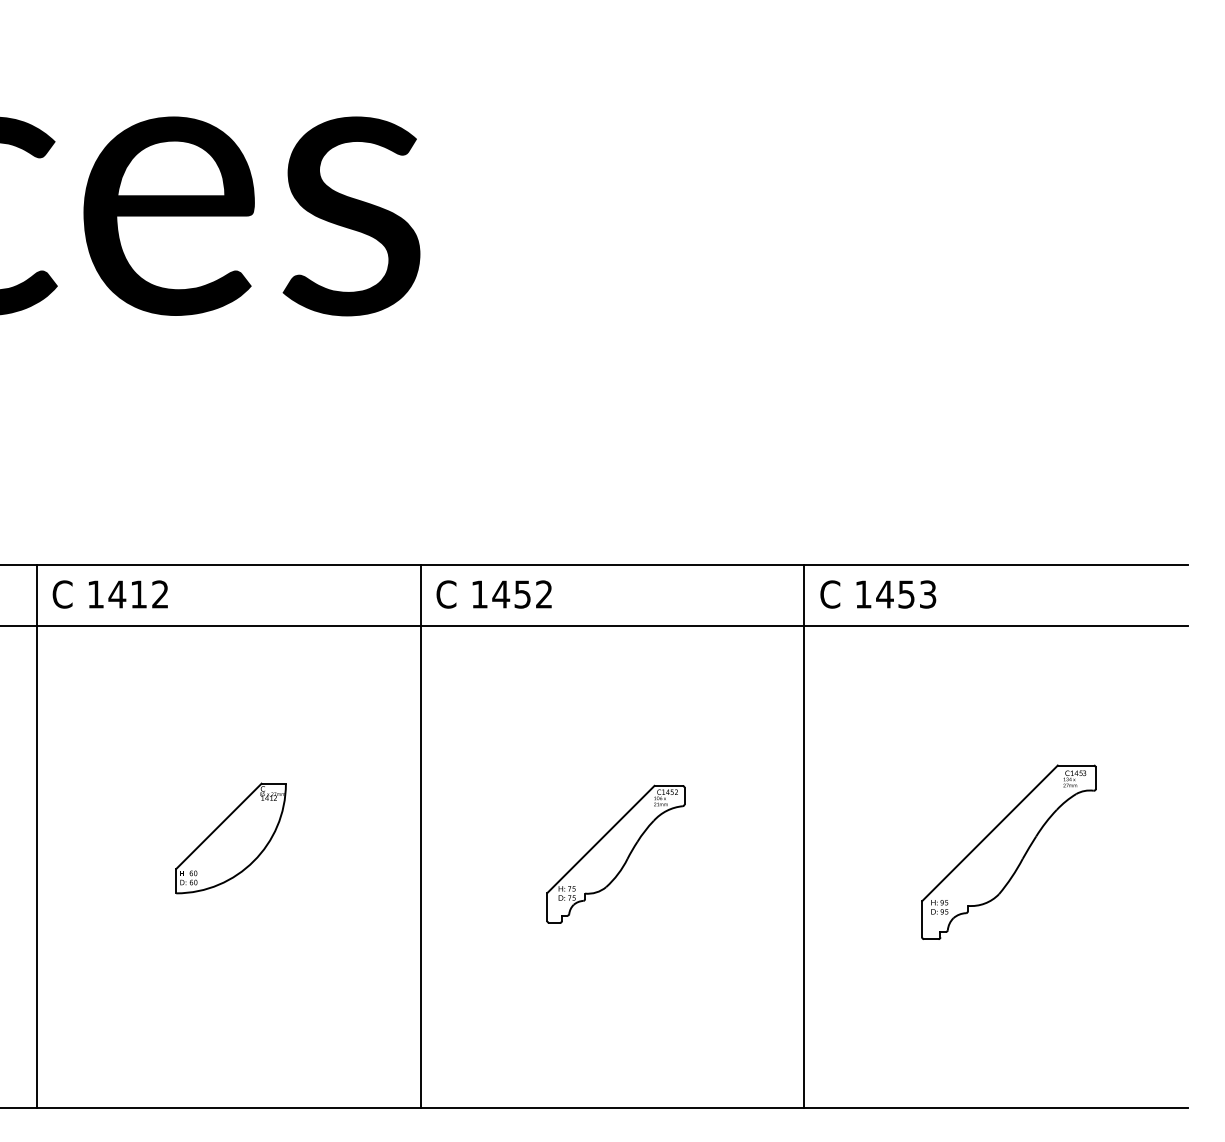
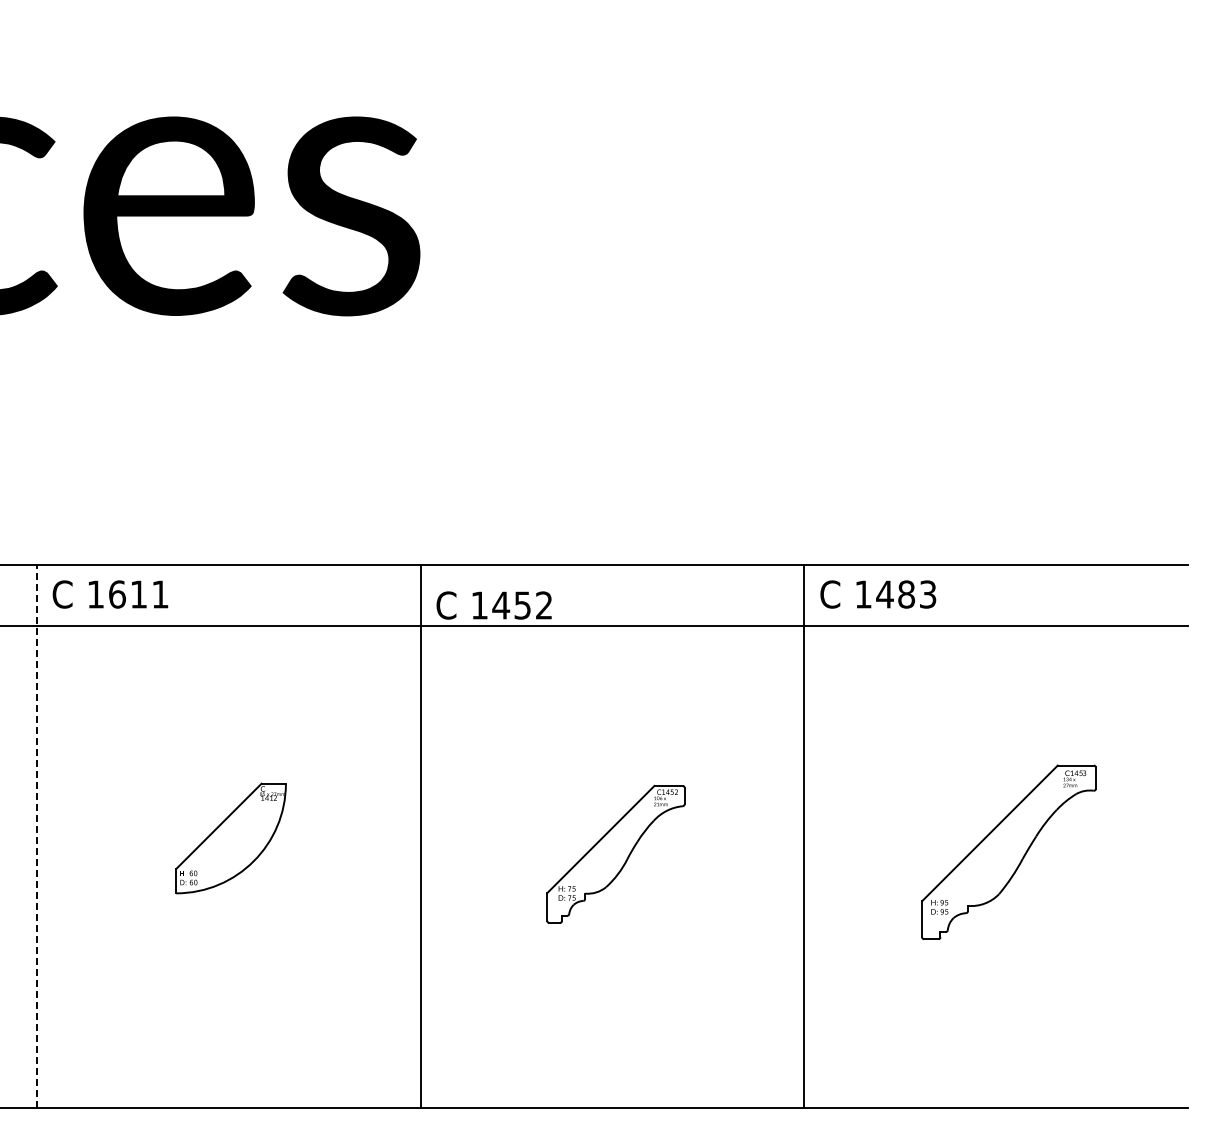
text at (138, 594): 1412 -> 1611
text at (493, 594) position: (493, 594) -> (493, 605)
text at (906, 594): 1453 -> 1483
line at (36, 835): solid -> dashed
